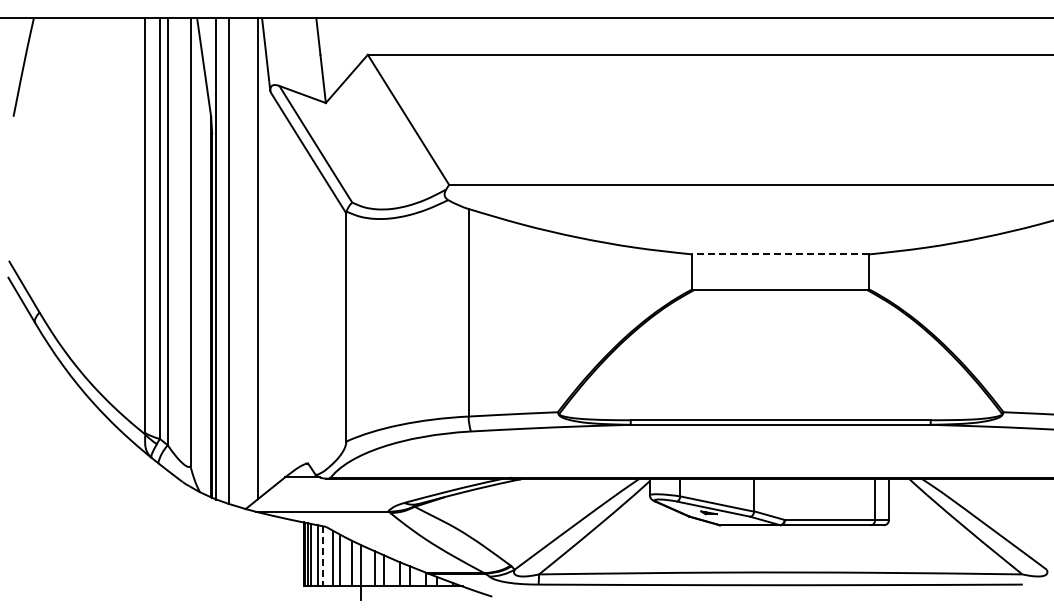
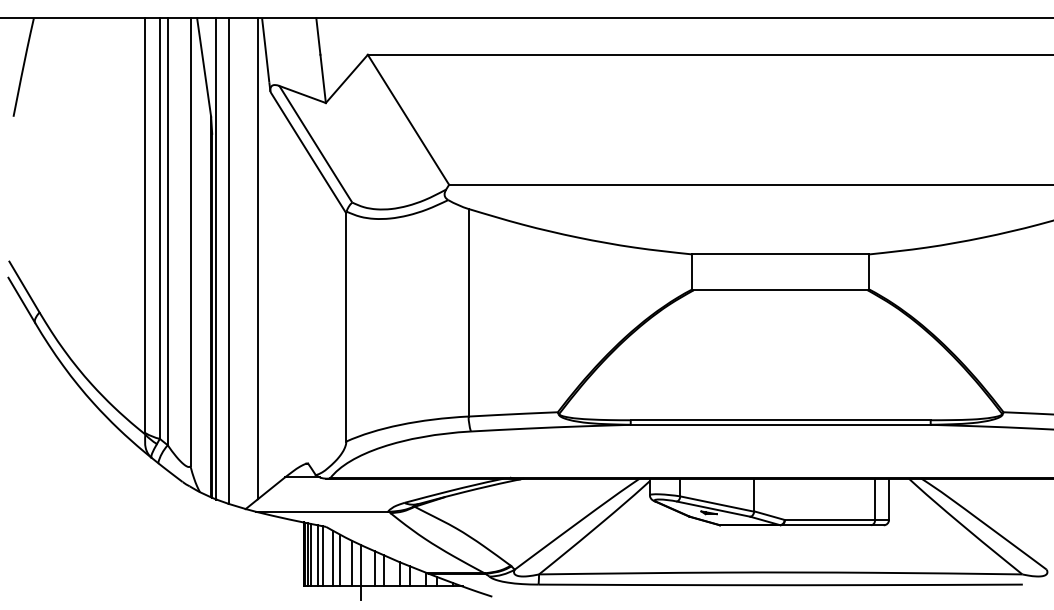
line at (780, 254): dashed -> solid
line at (323, 556): dashed -> solid
